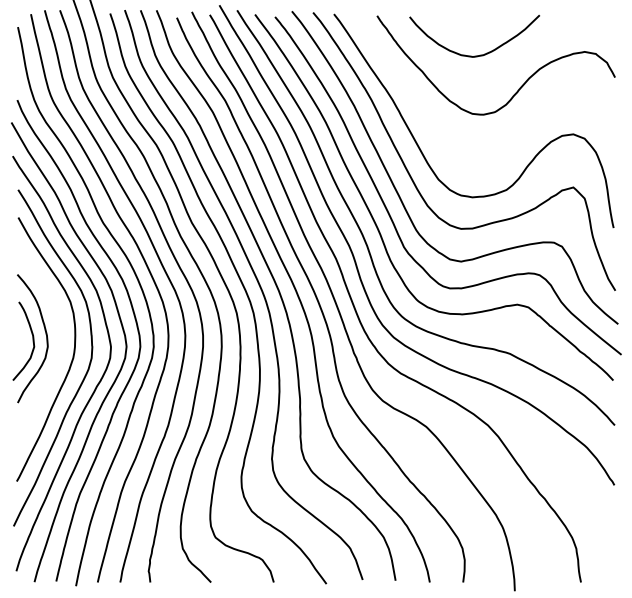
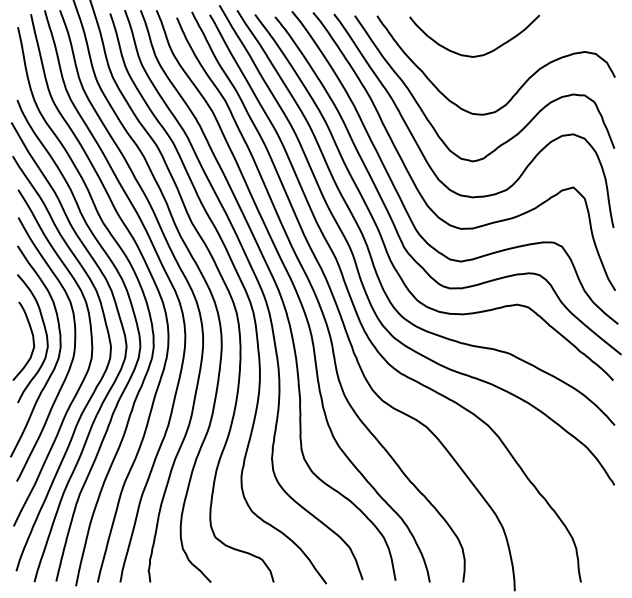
curve at (523, 127): none -> present
curve at (57, 357): none -> present
